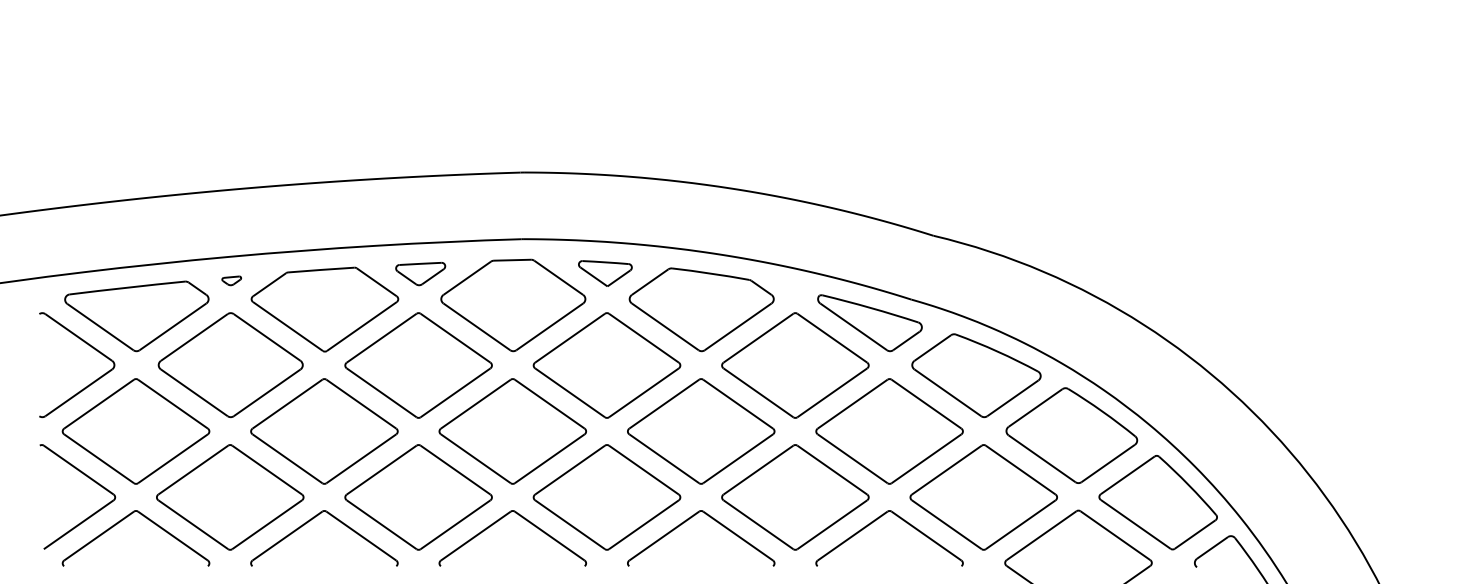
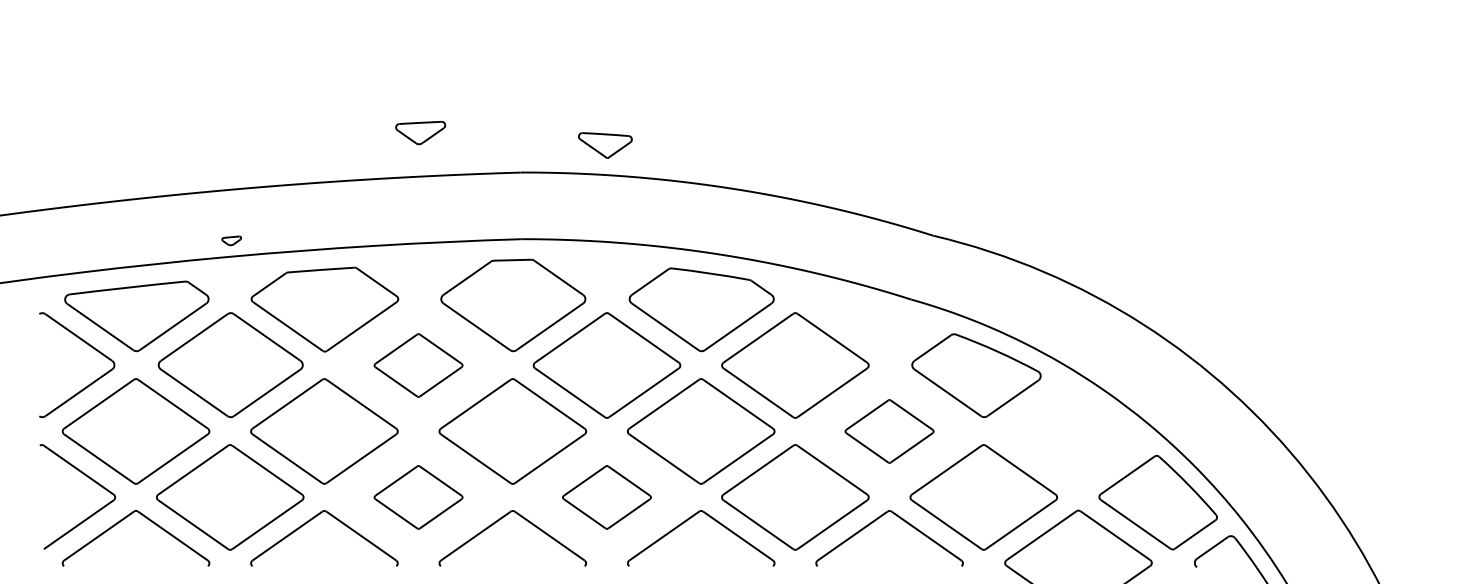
part at (605, 273) position: (605, 273) -> (605, 145)
part at (420, 274) position: (420, 274) -> (420, 133)
part at (231, 280) position: (231, 280) -> (231, 240)
part at (869, 323): present -> none
part at (418, 365) size: 149x107 px -> 91x65 px
part at (889, 431) size: 149x107 px -> 91x65 px
part at (1071, 435): present -> none
part at (418, 497) size: 149x107 px -> 91x65 px
part at (606, 497) size: 150x107 px -> 90x65 px
